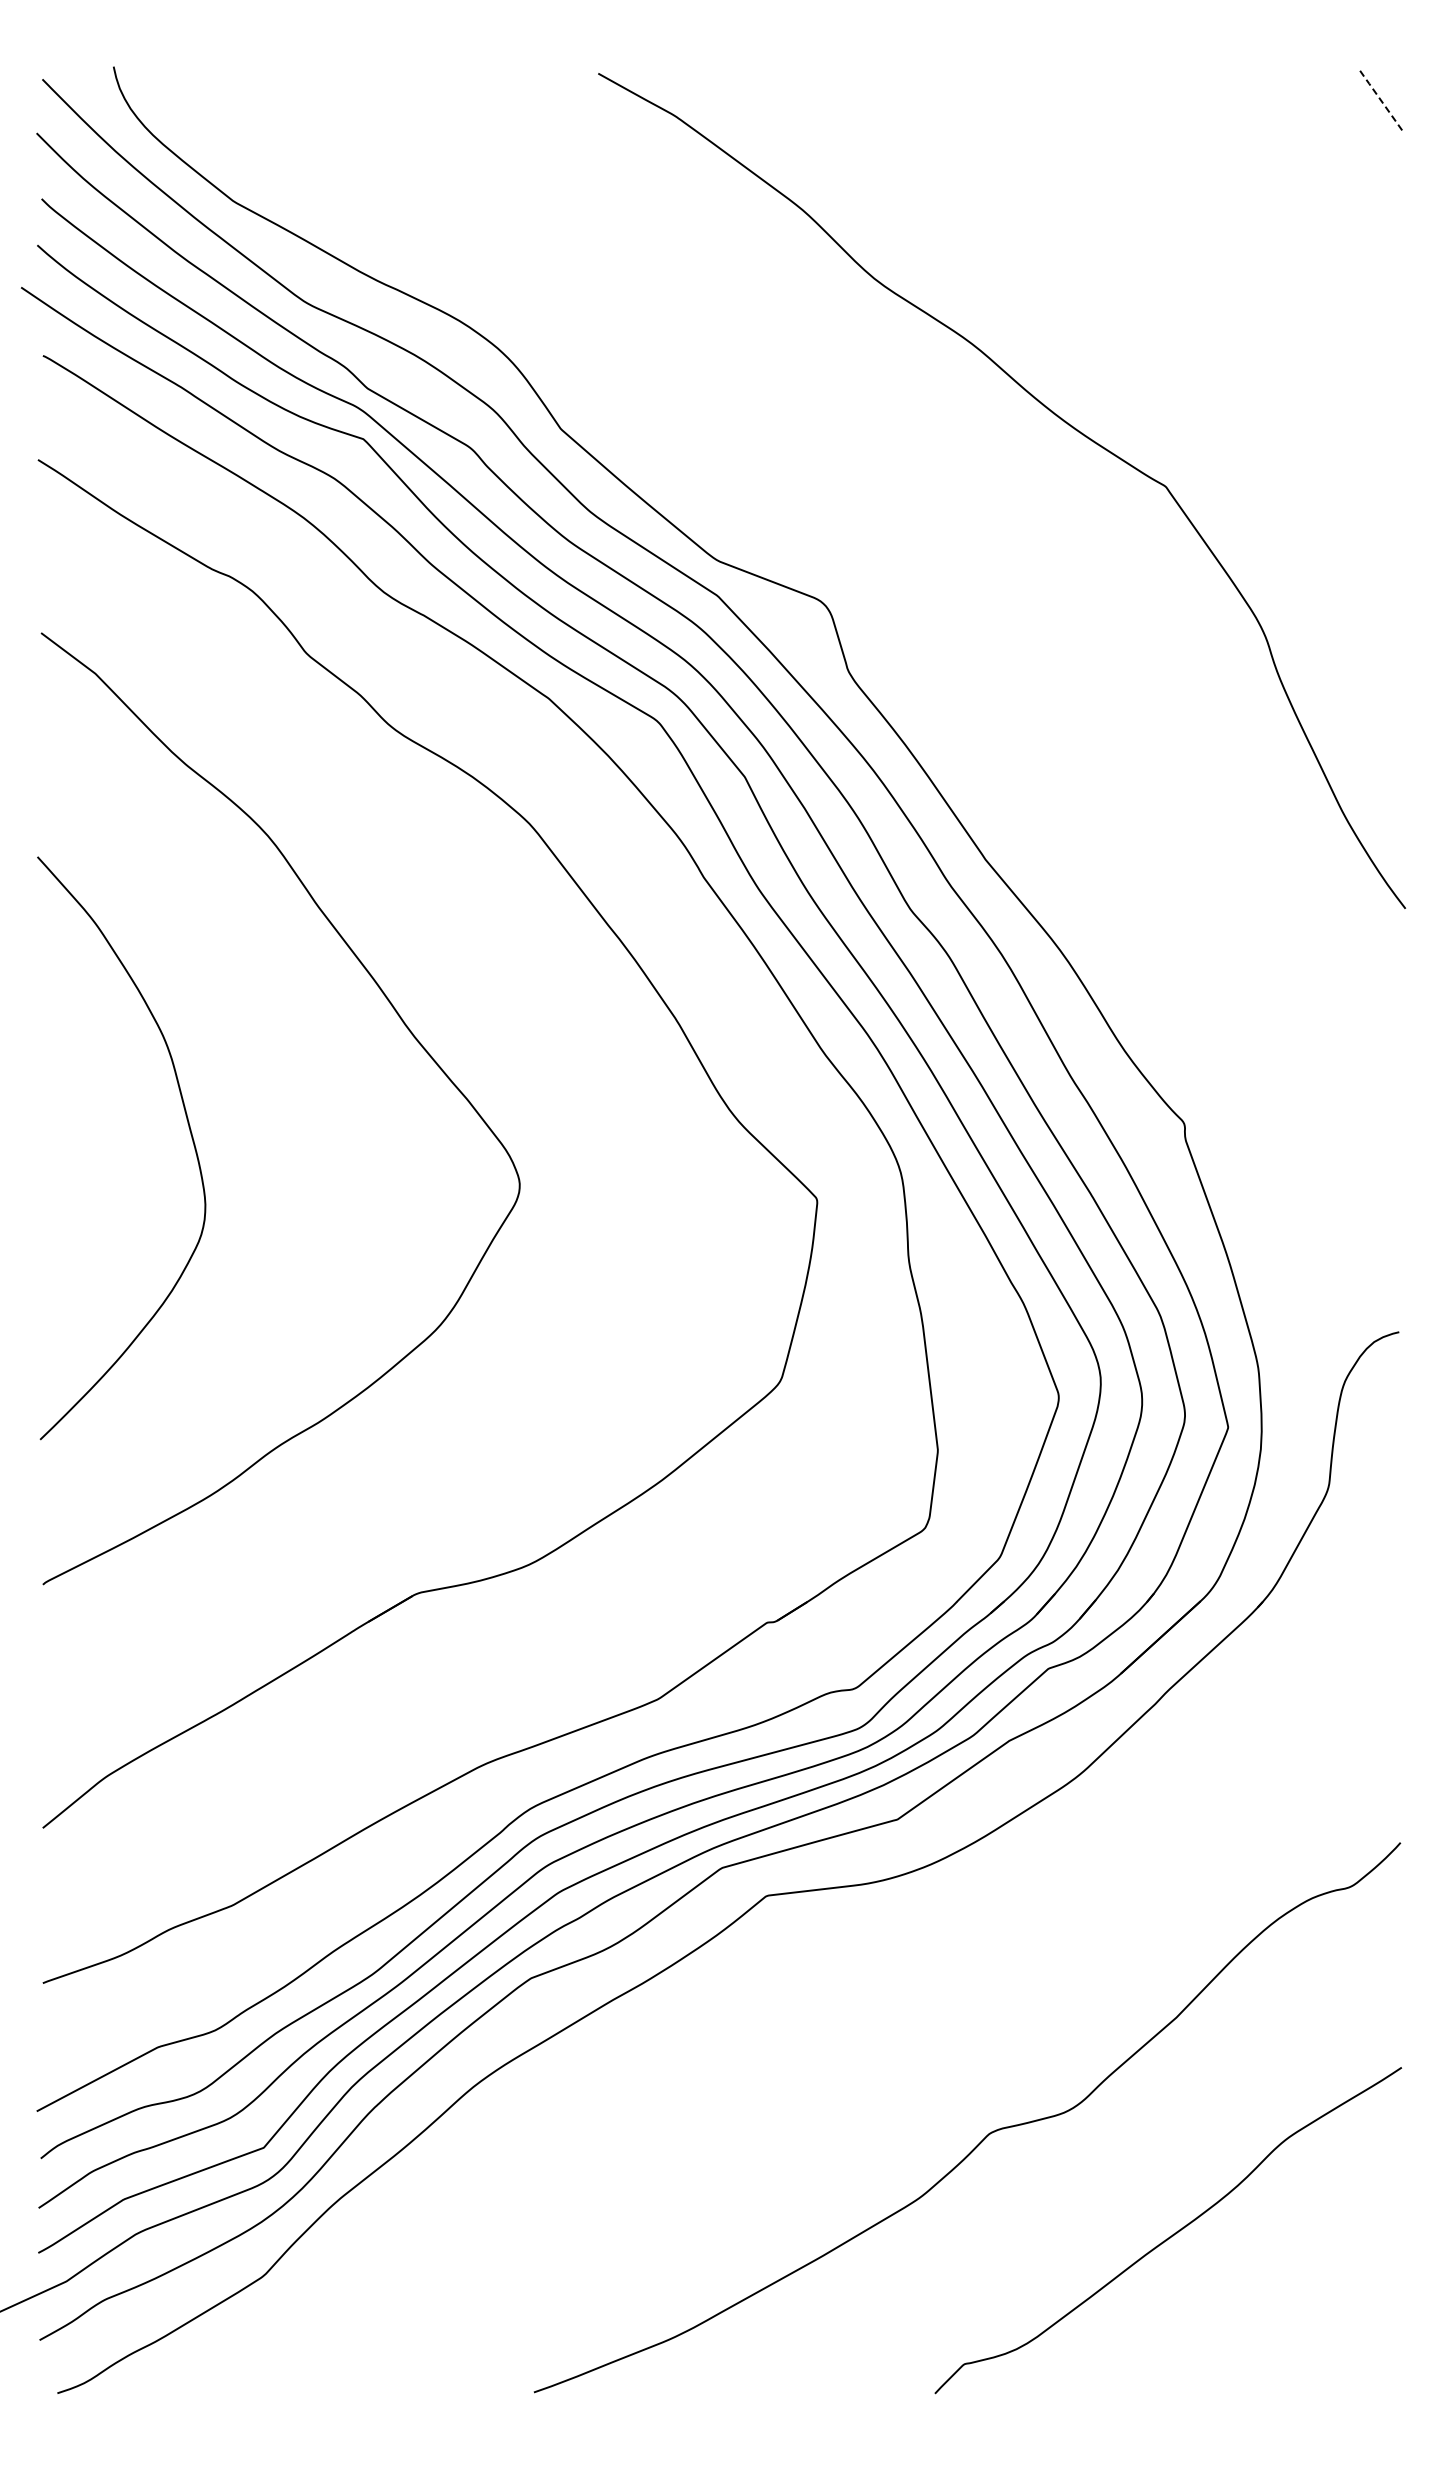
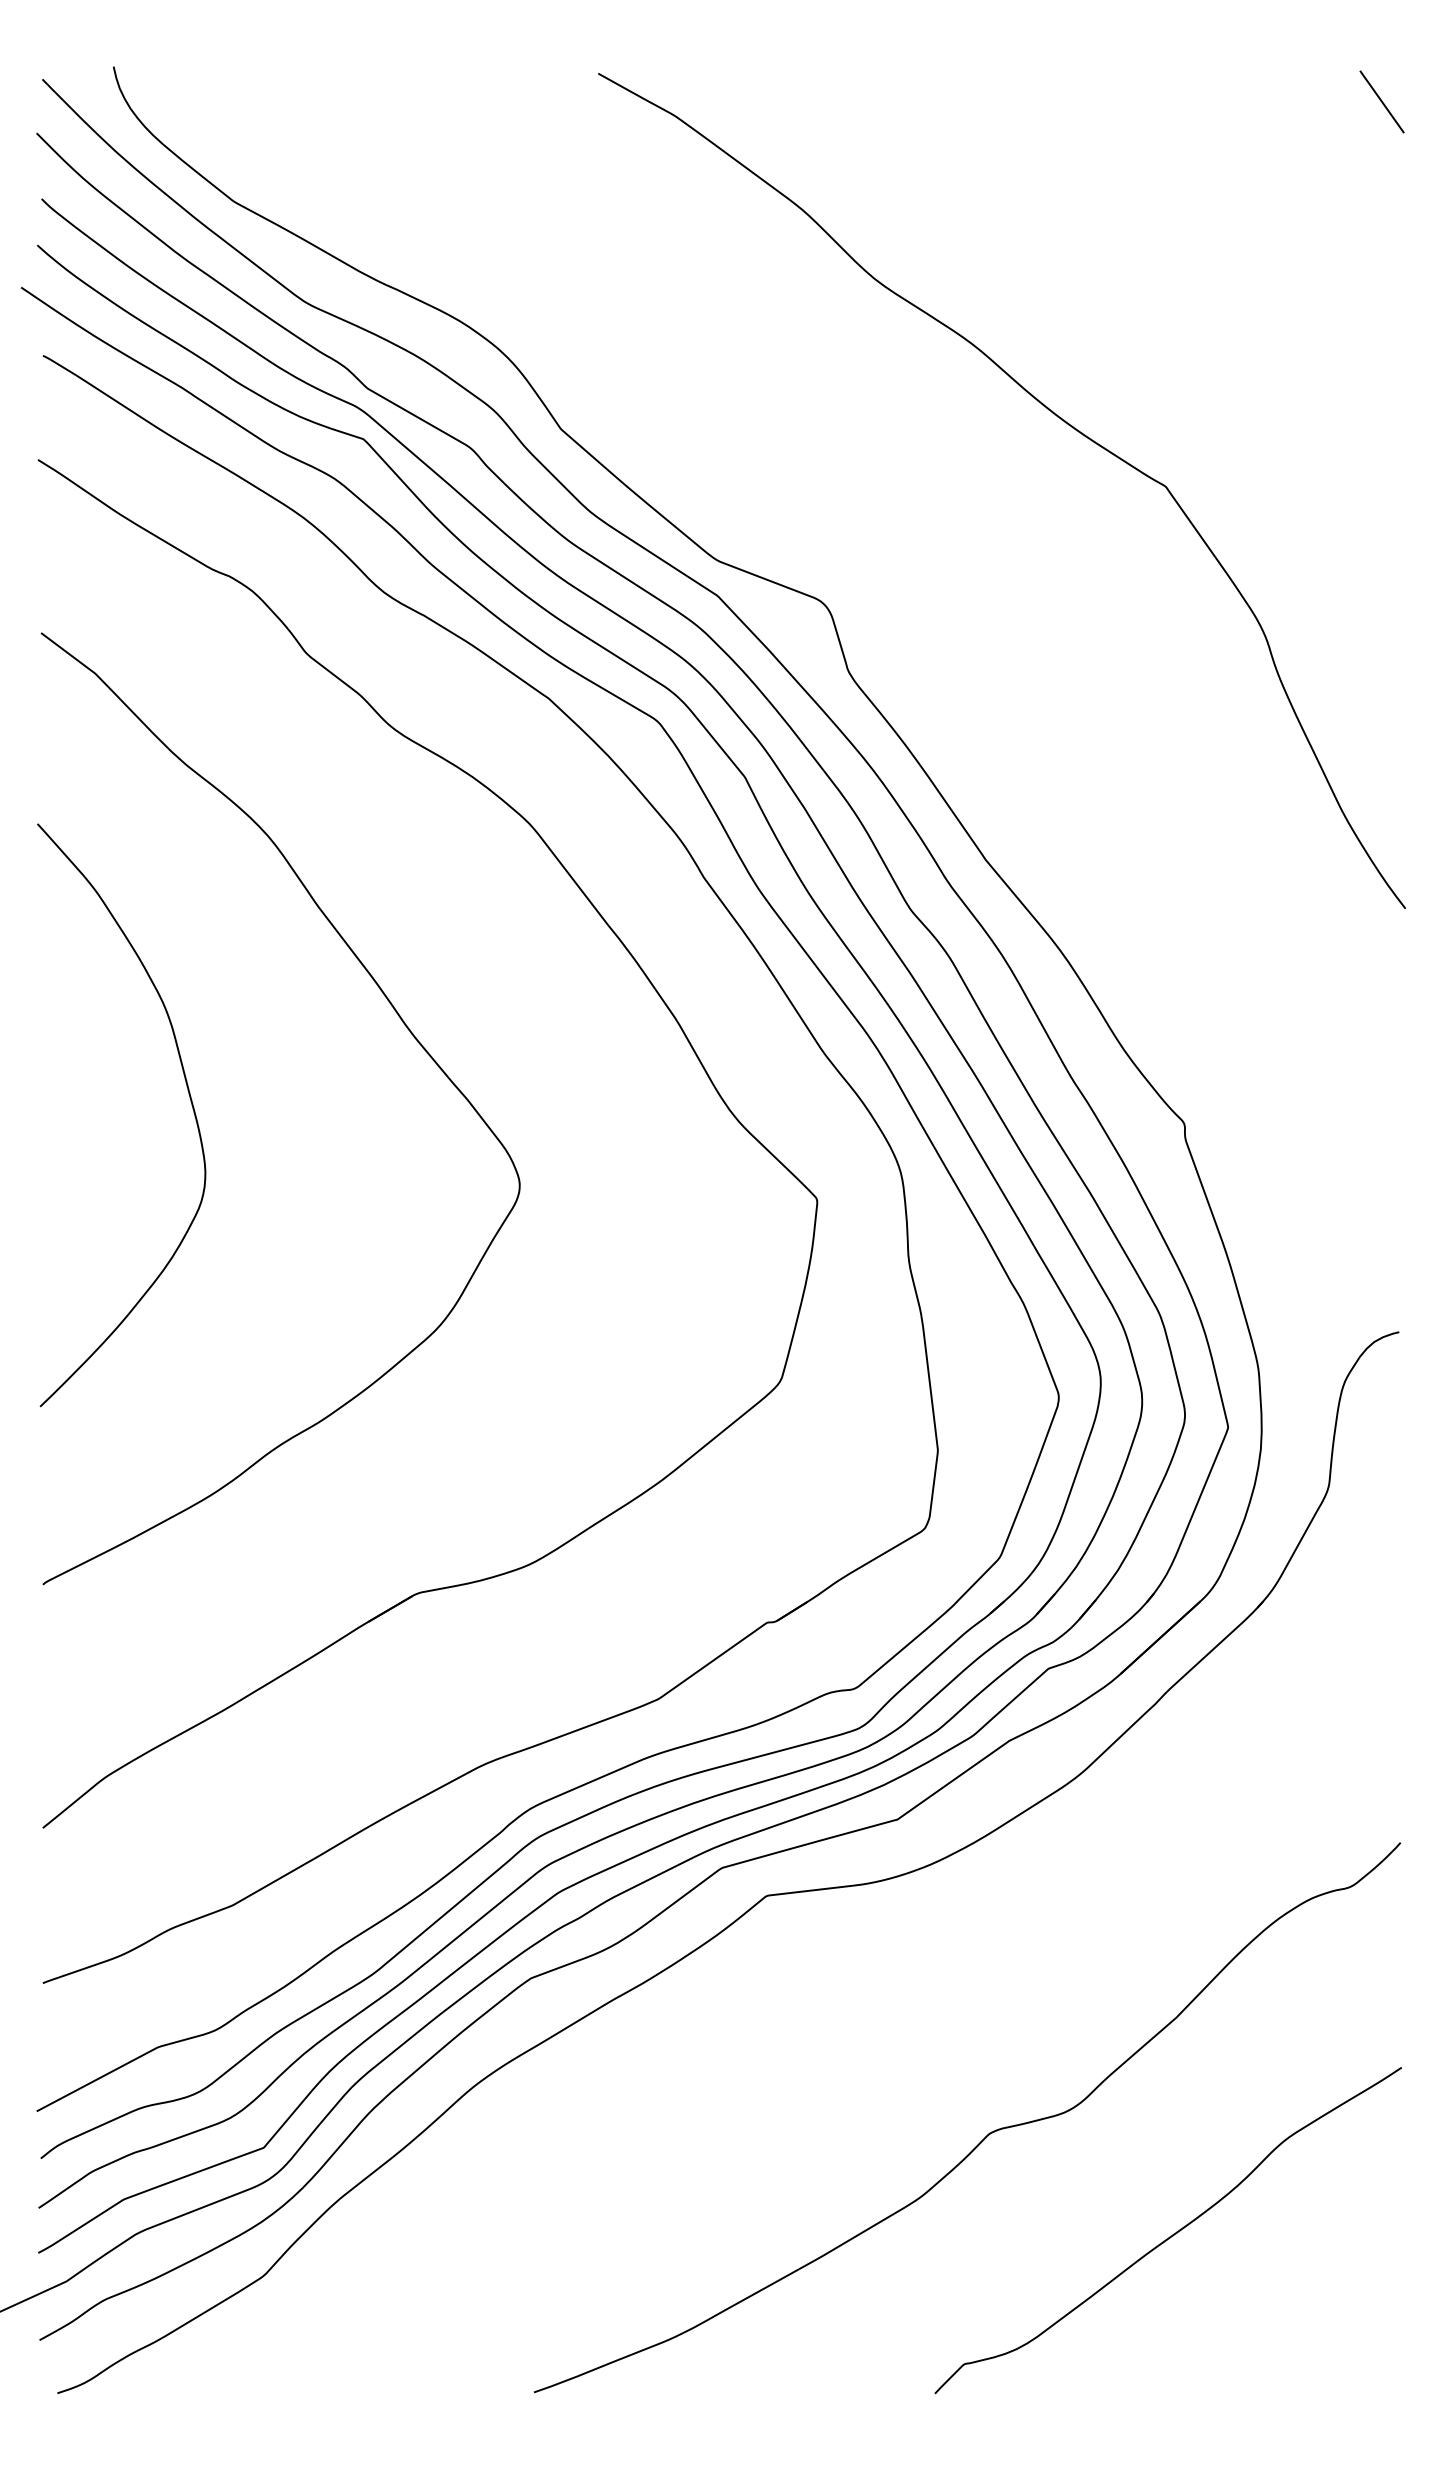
line at (1381, 101): dashed -> solid
curve at (189, 1131) position: (189, 1131) -> (189, 1098)
